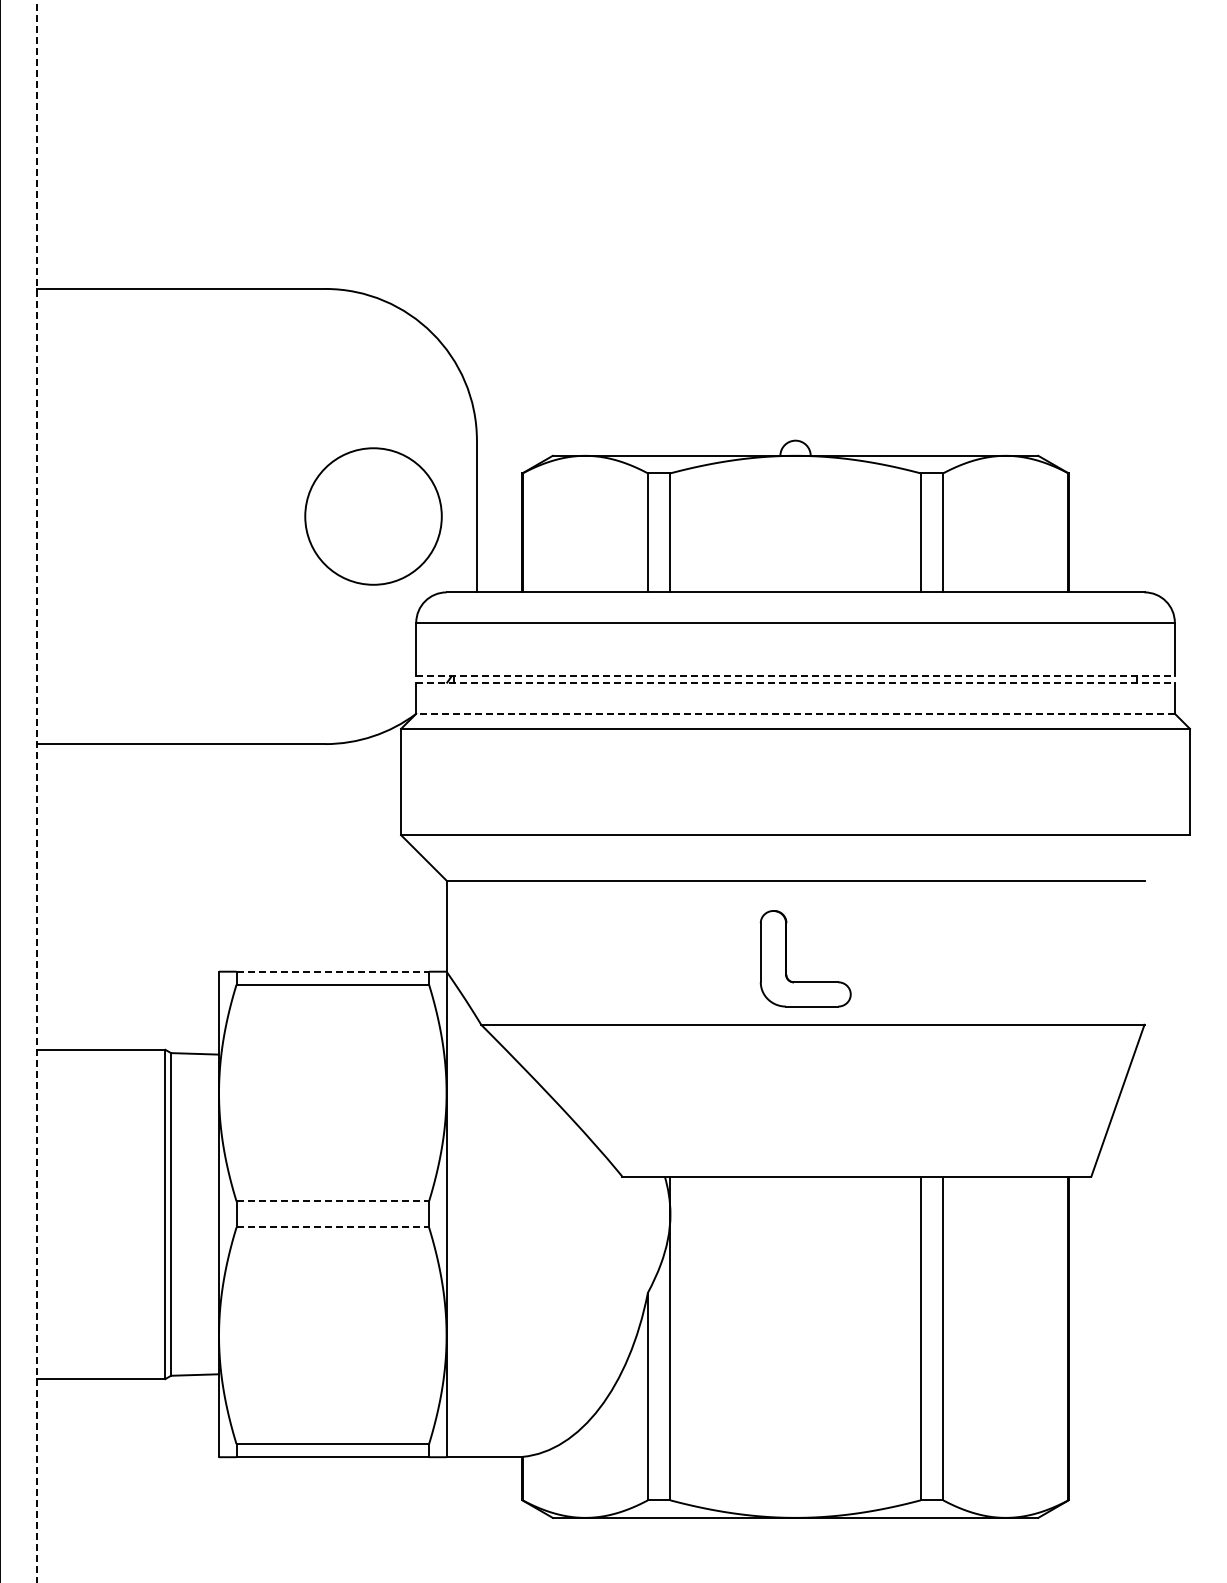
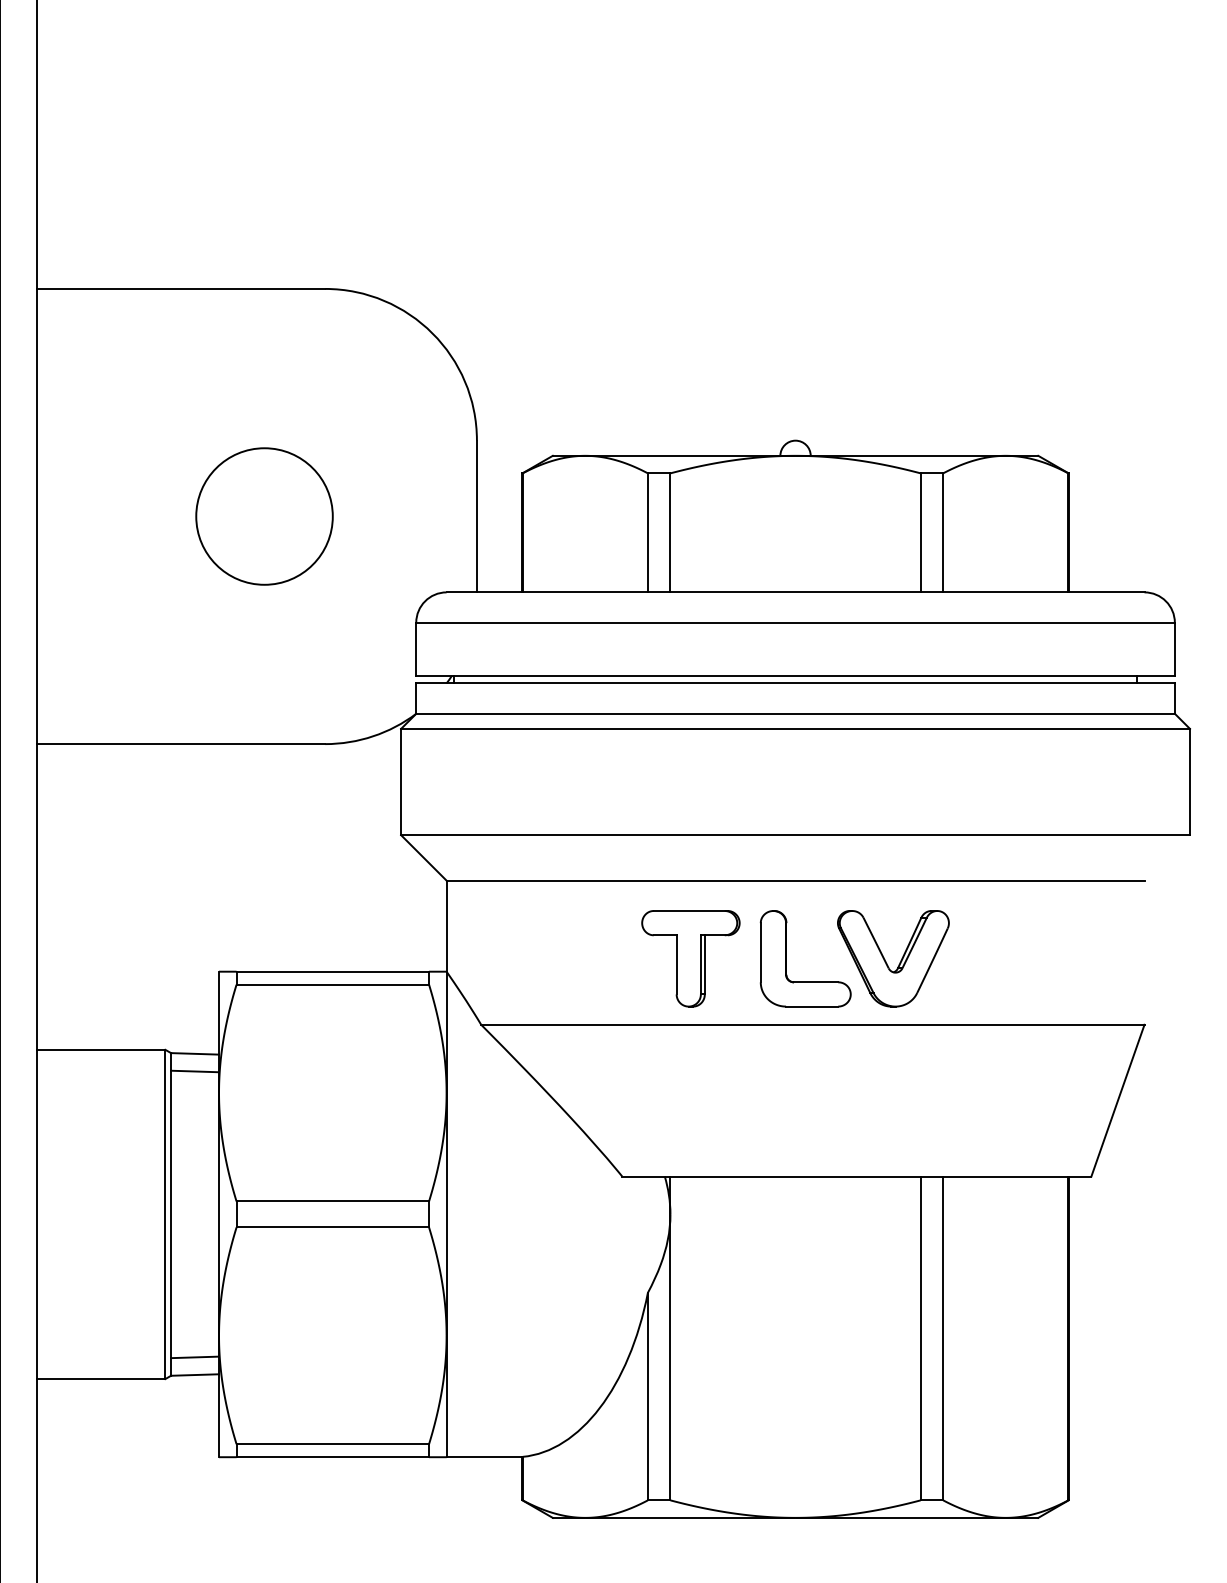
circle at (373, 516) position: (373, 516) -> (264, 516)
line at (796, 675): dashed -> solid
line at (796, 683): dashed -> solid
line at (795, 713): dashed -> solid
line at (36, 791): dashed -> solid
part at (690, 958): none -> present
part at (899, 962): none -> present
line at (333, 971): dashed -> solid
line at (195, 1071): none -> present
line at (333, 1201): dashed -> solid
line at (333, 1227): dashed -> solid
line at (195, 1357): none -> present
